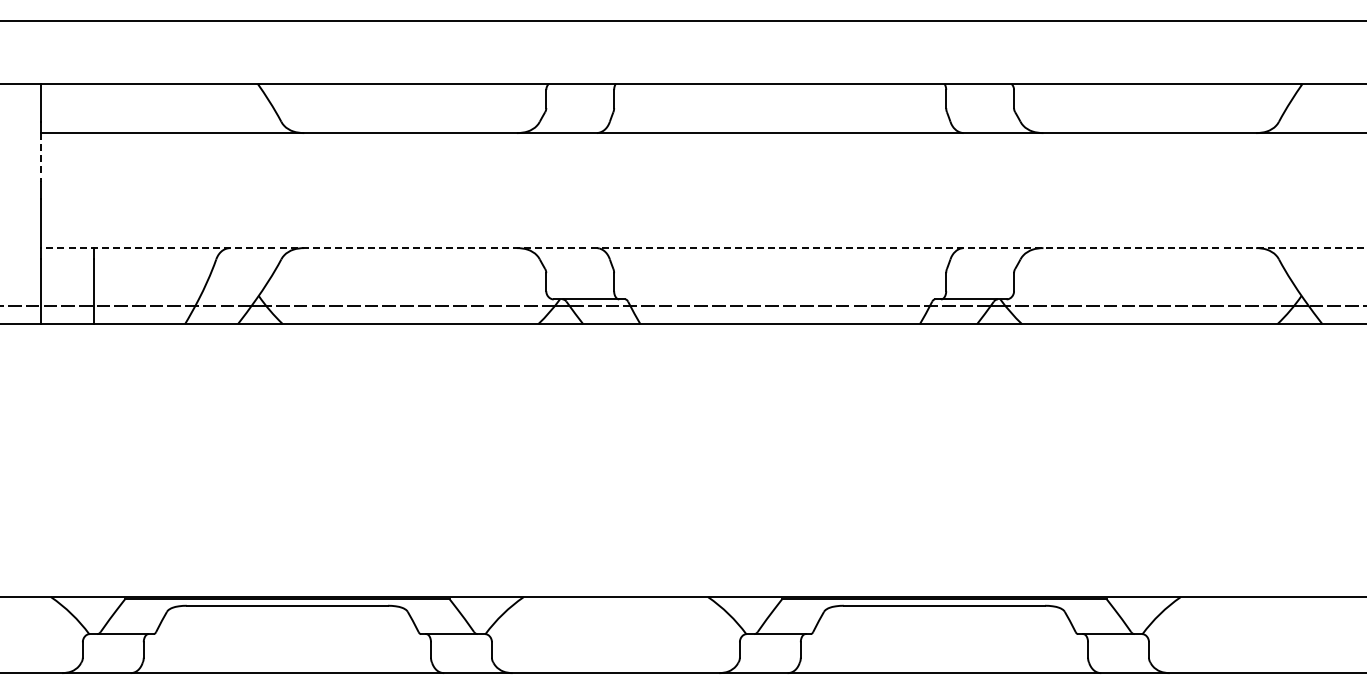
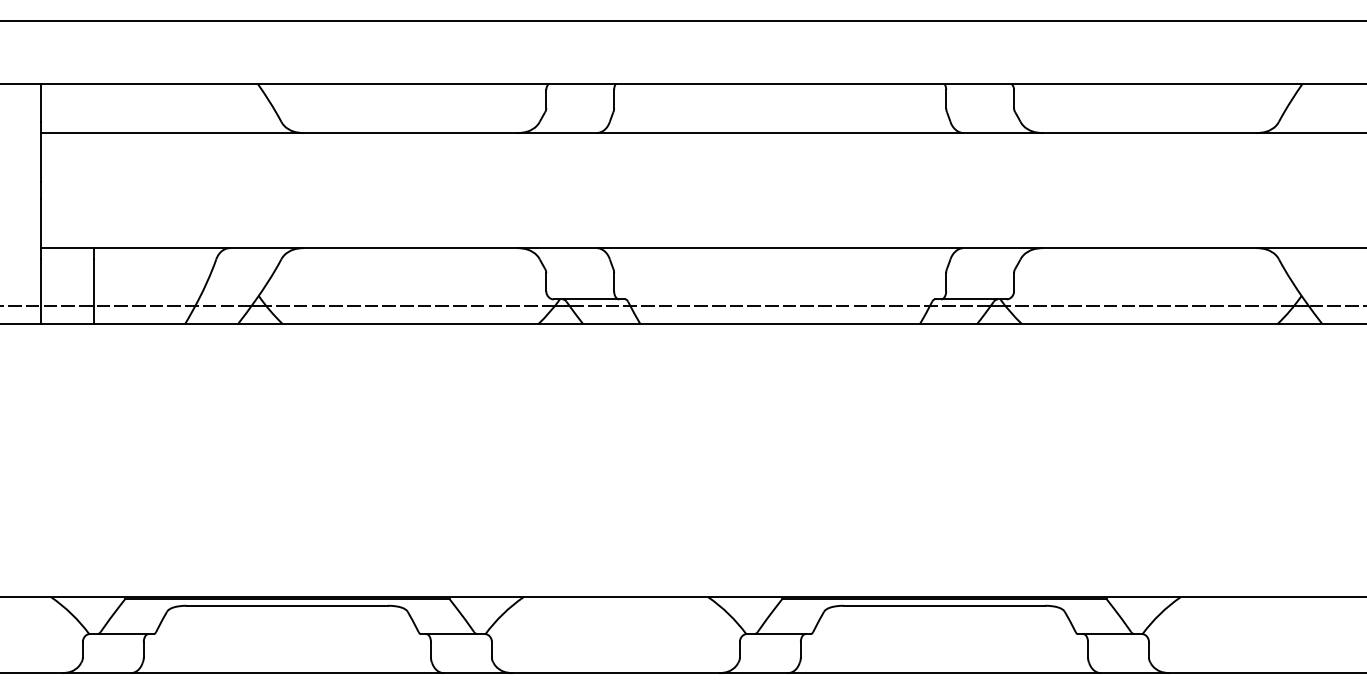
line at (41, 157): dashed -> solid
line at (703, 248): dashed -> solid
